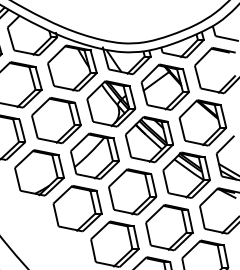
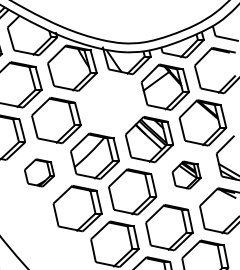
part at (111, 103): present -> none
part at (39, 172) size: 51x48 px -> 31x30 px
part at (186, 174) size: 49x48 px -> 31x30 px
